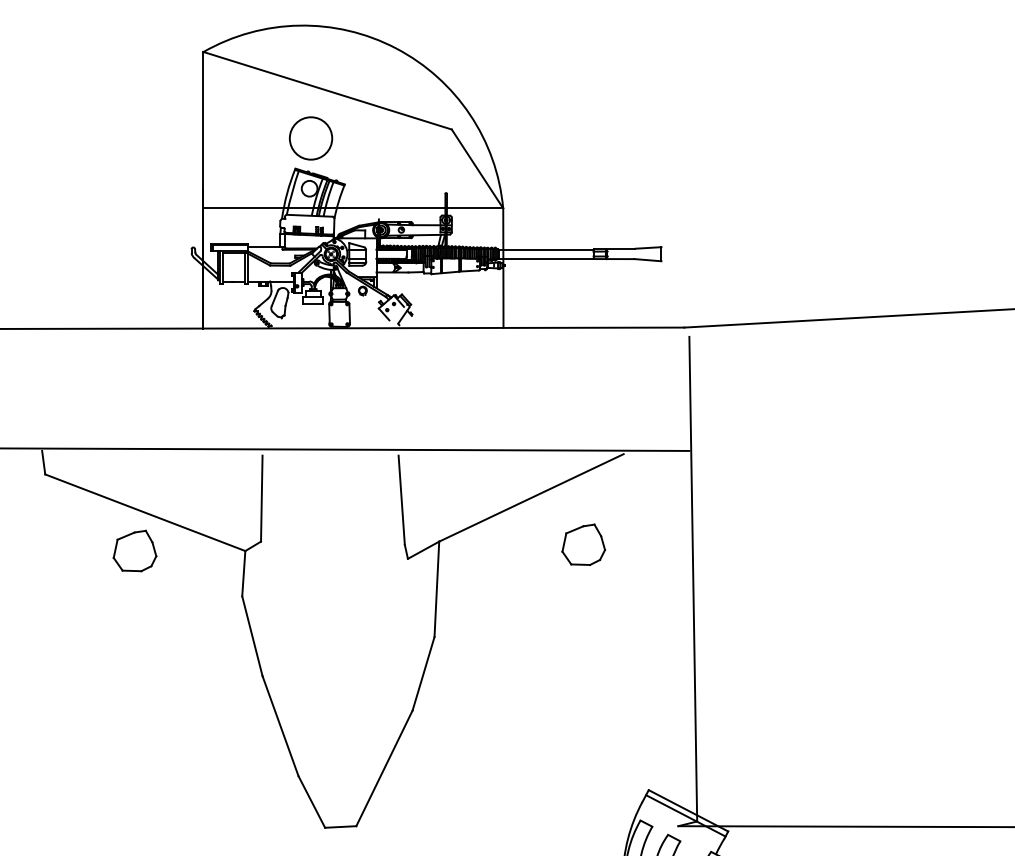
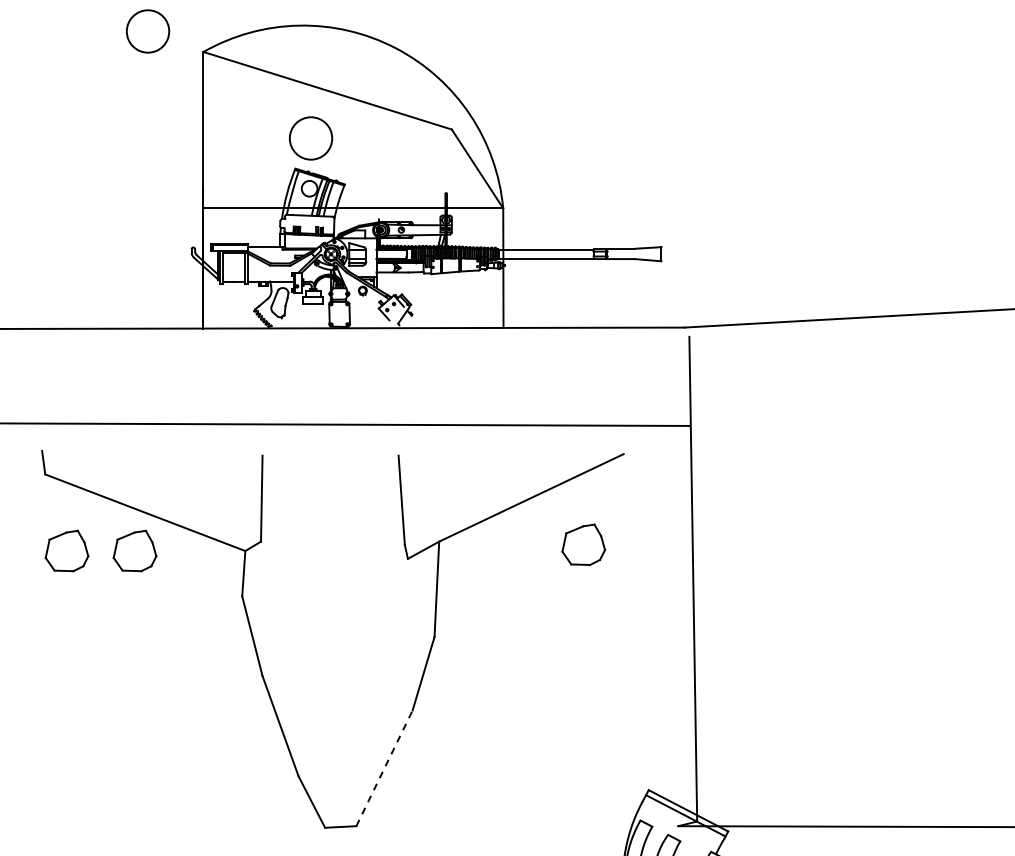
circle at (148, 31): none -> present
line at (345, 449) position: (345, 449) -> (345, 424)
part at (66, 550): none -> present
line at (384, 767): solid -> dashed
